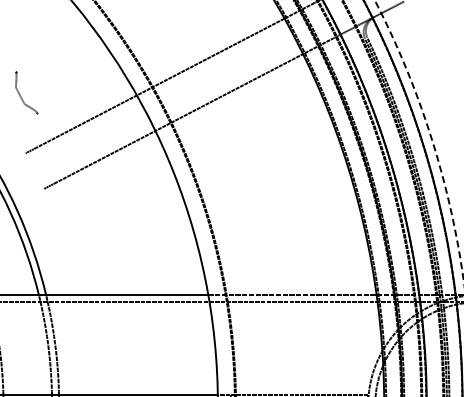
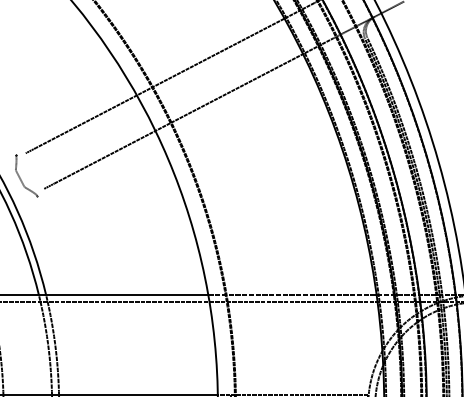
part at (20, 94) position: (20, 94) -> (20, 177)
circle at (418, 141): dashed -> solid
